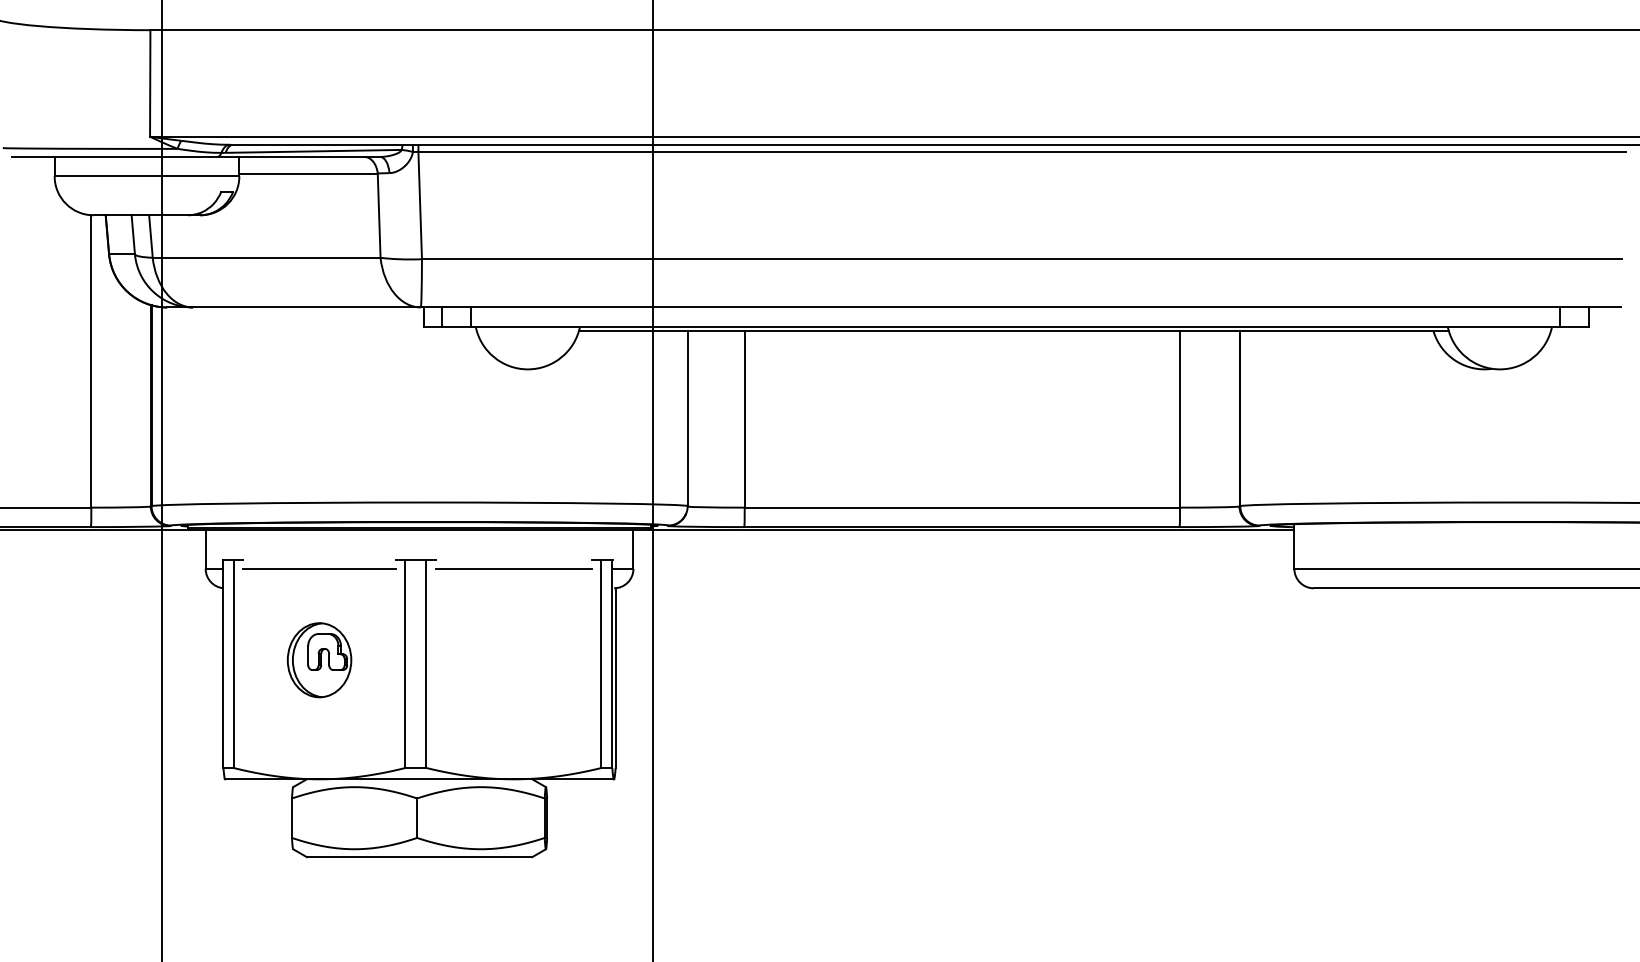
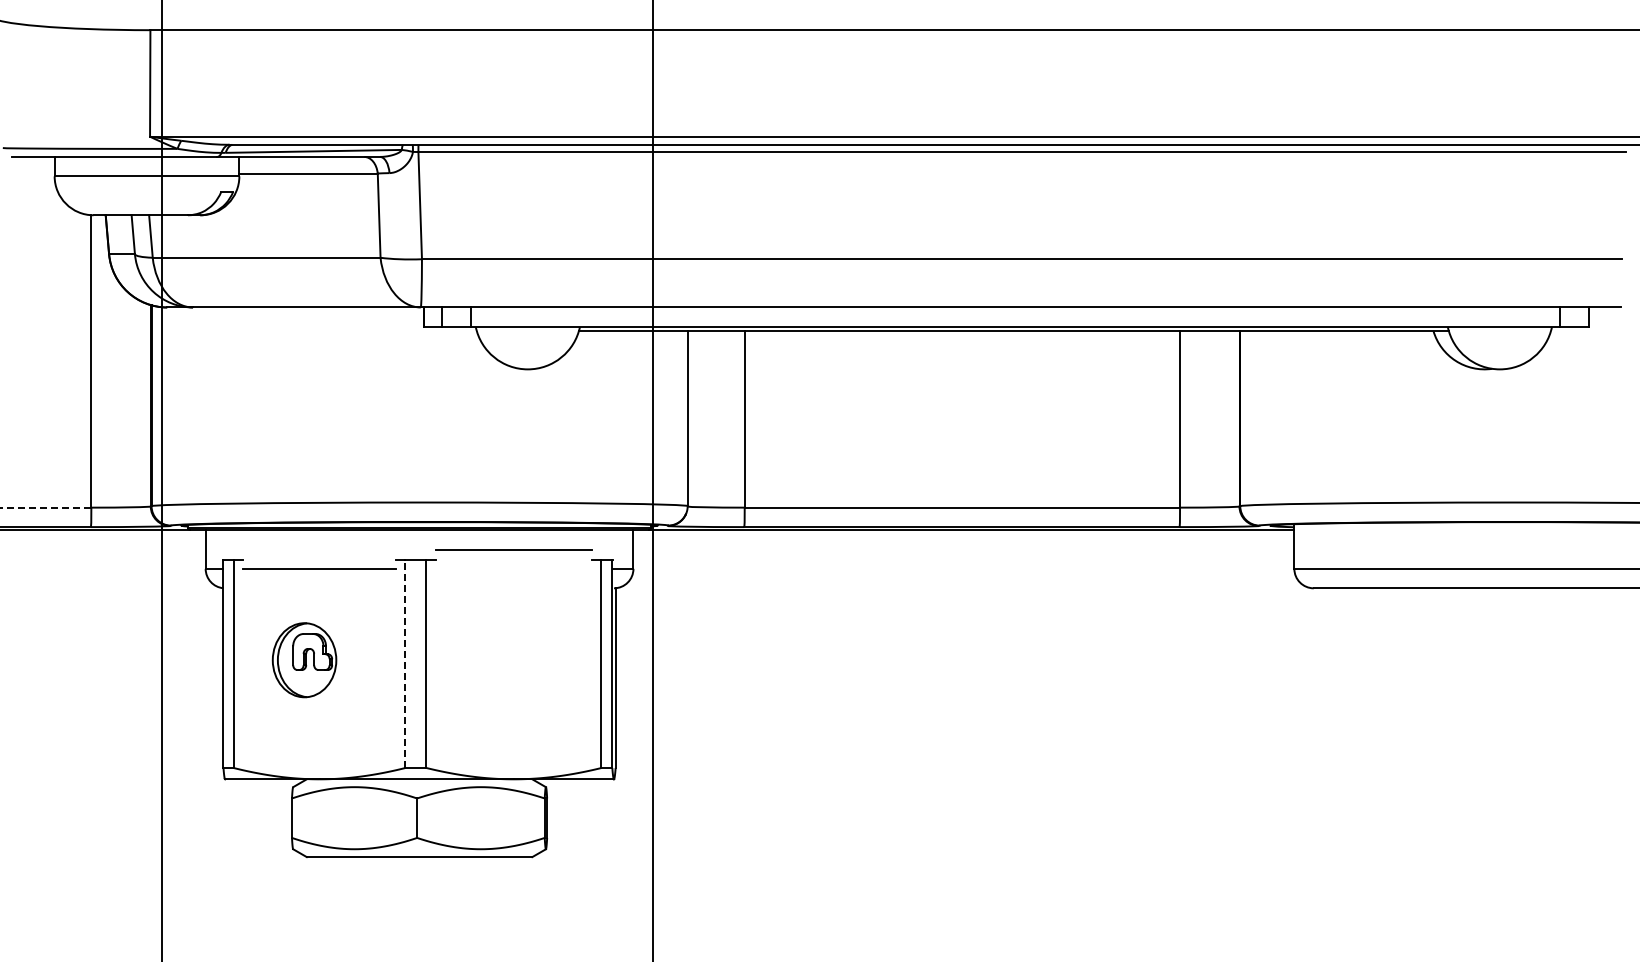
line at (45, 507): solid -> dashed
line at (513, 568) position: (513, 568) -> (513, 549)
part at (319, 660) position: (319, 660) -> (304, 660)
line at (405, 664): solid -> dashed
